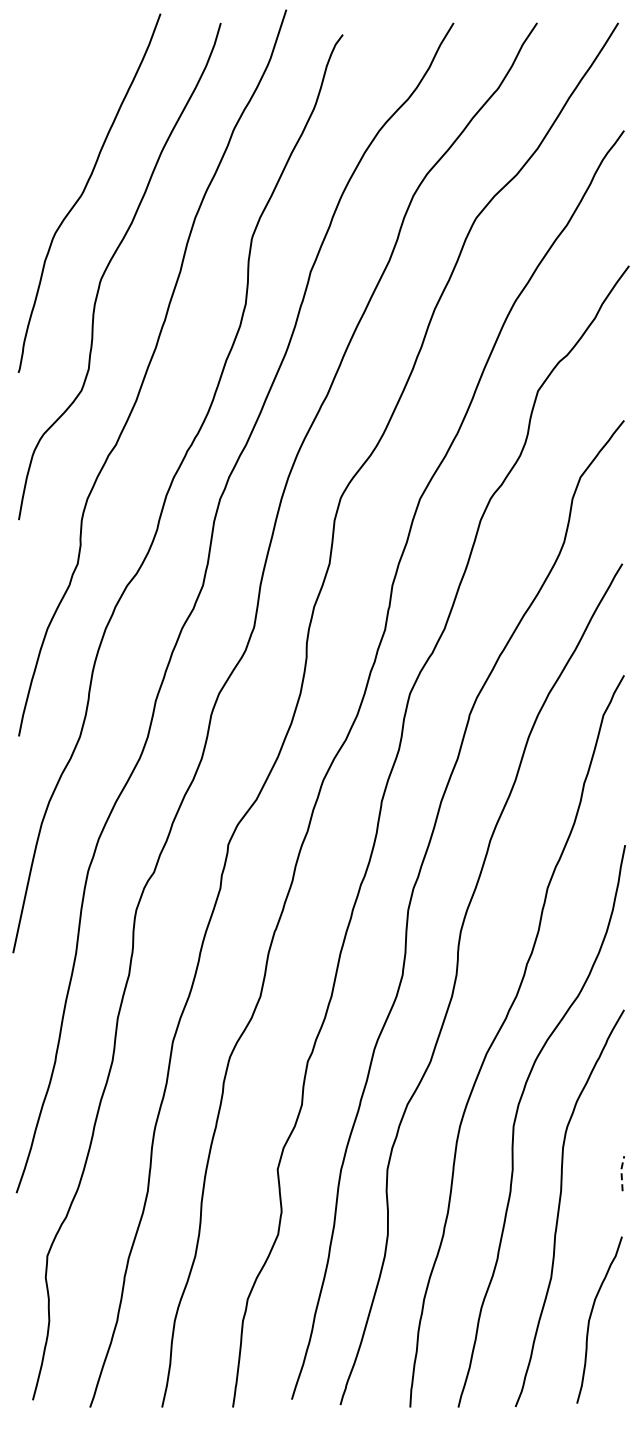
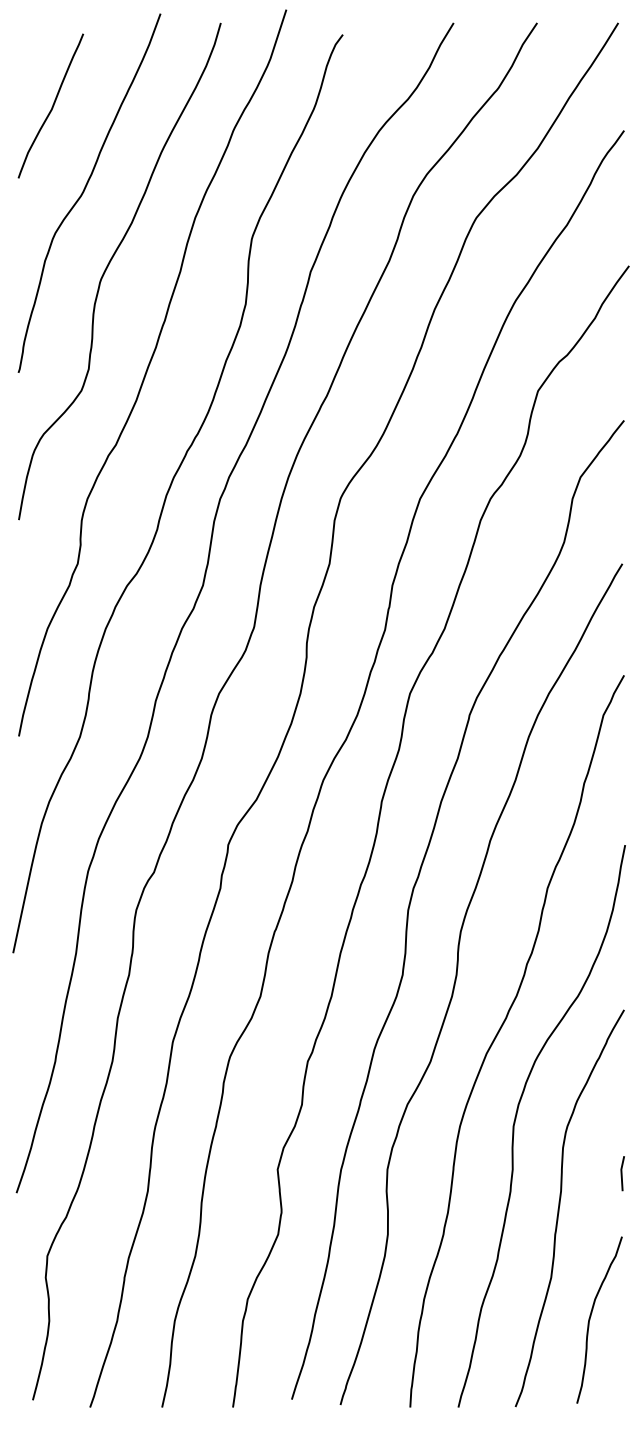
curve at (52, 105): none -> present
line at (621, 1172): dashed -> solid
